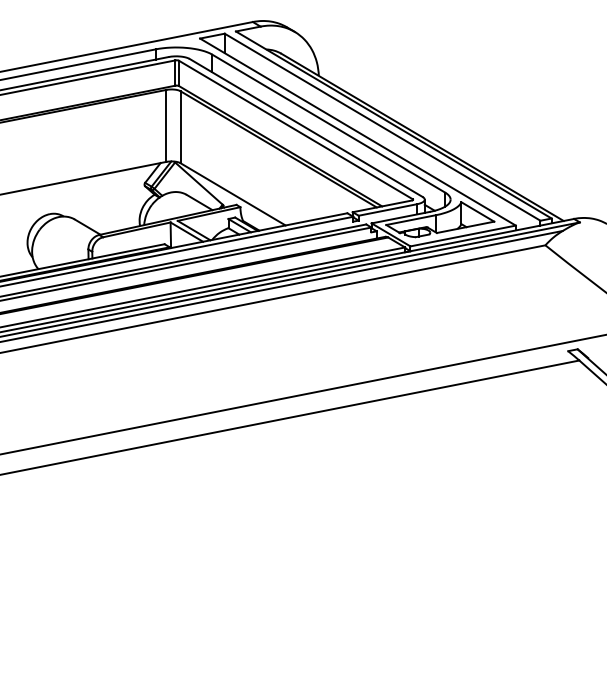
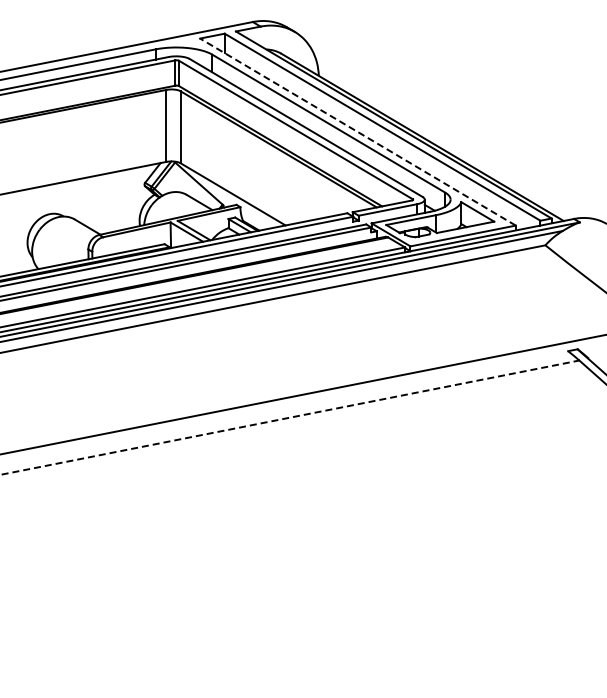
line at (357, 131): solid -> dashed
line at (289, 417): solid -> dashed
